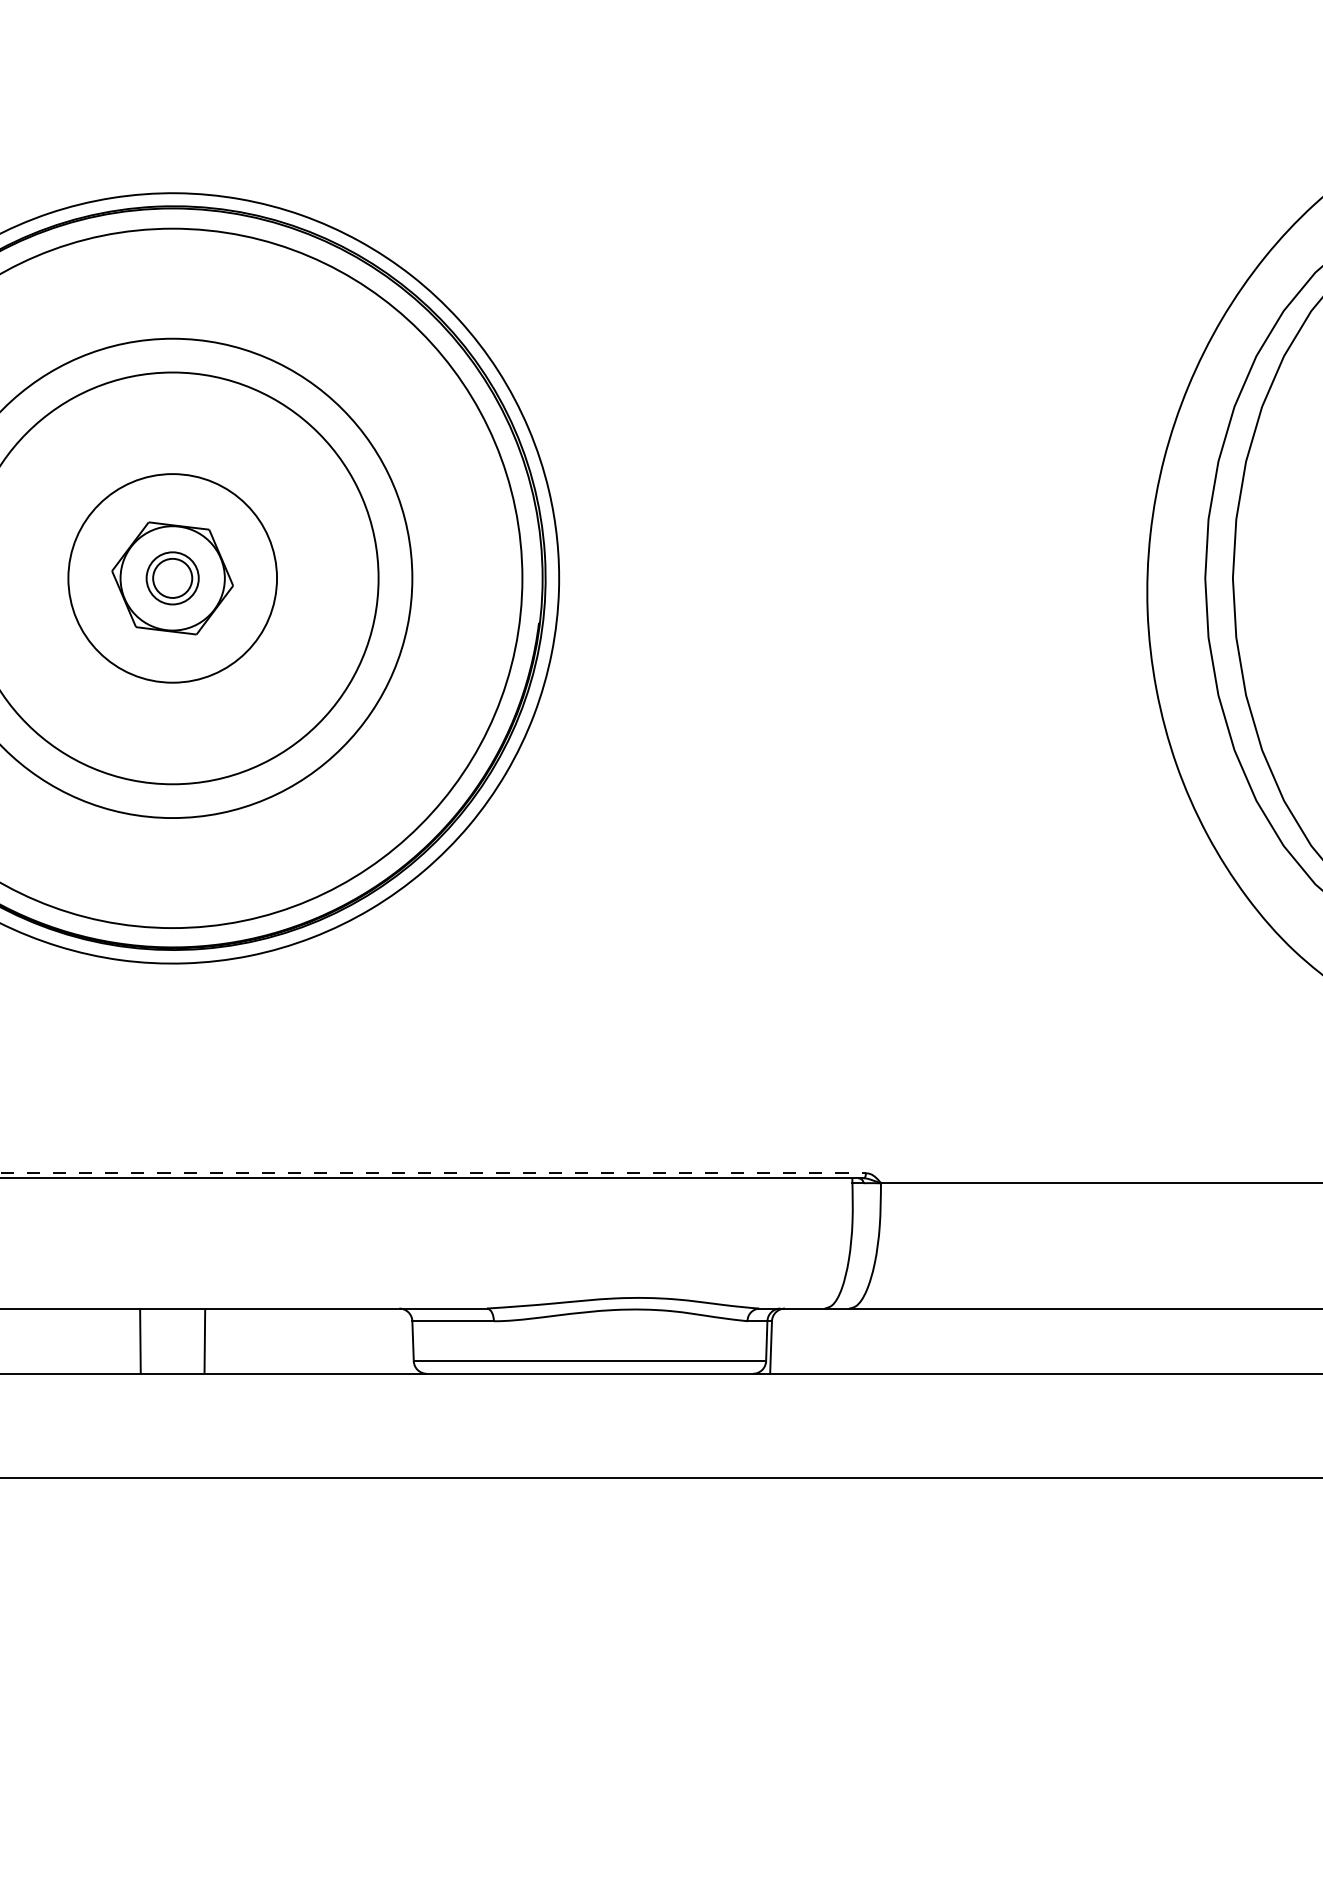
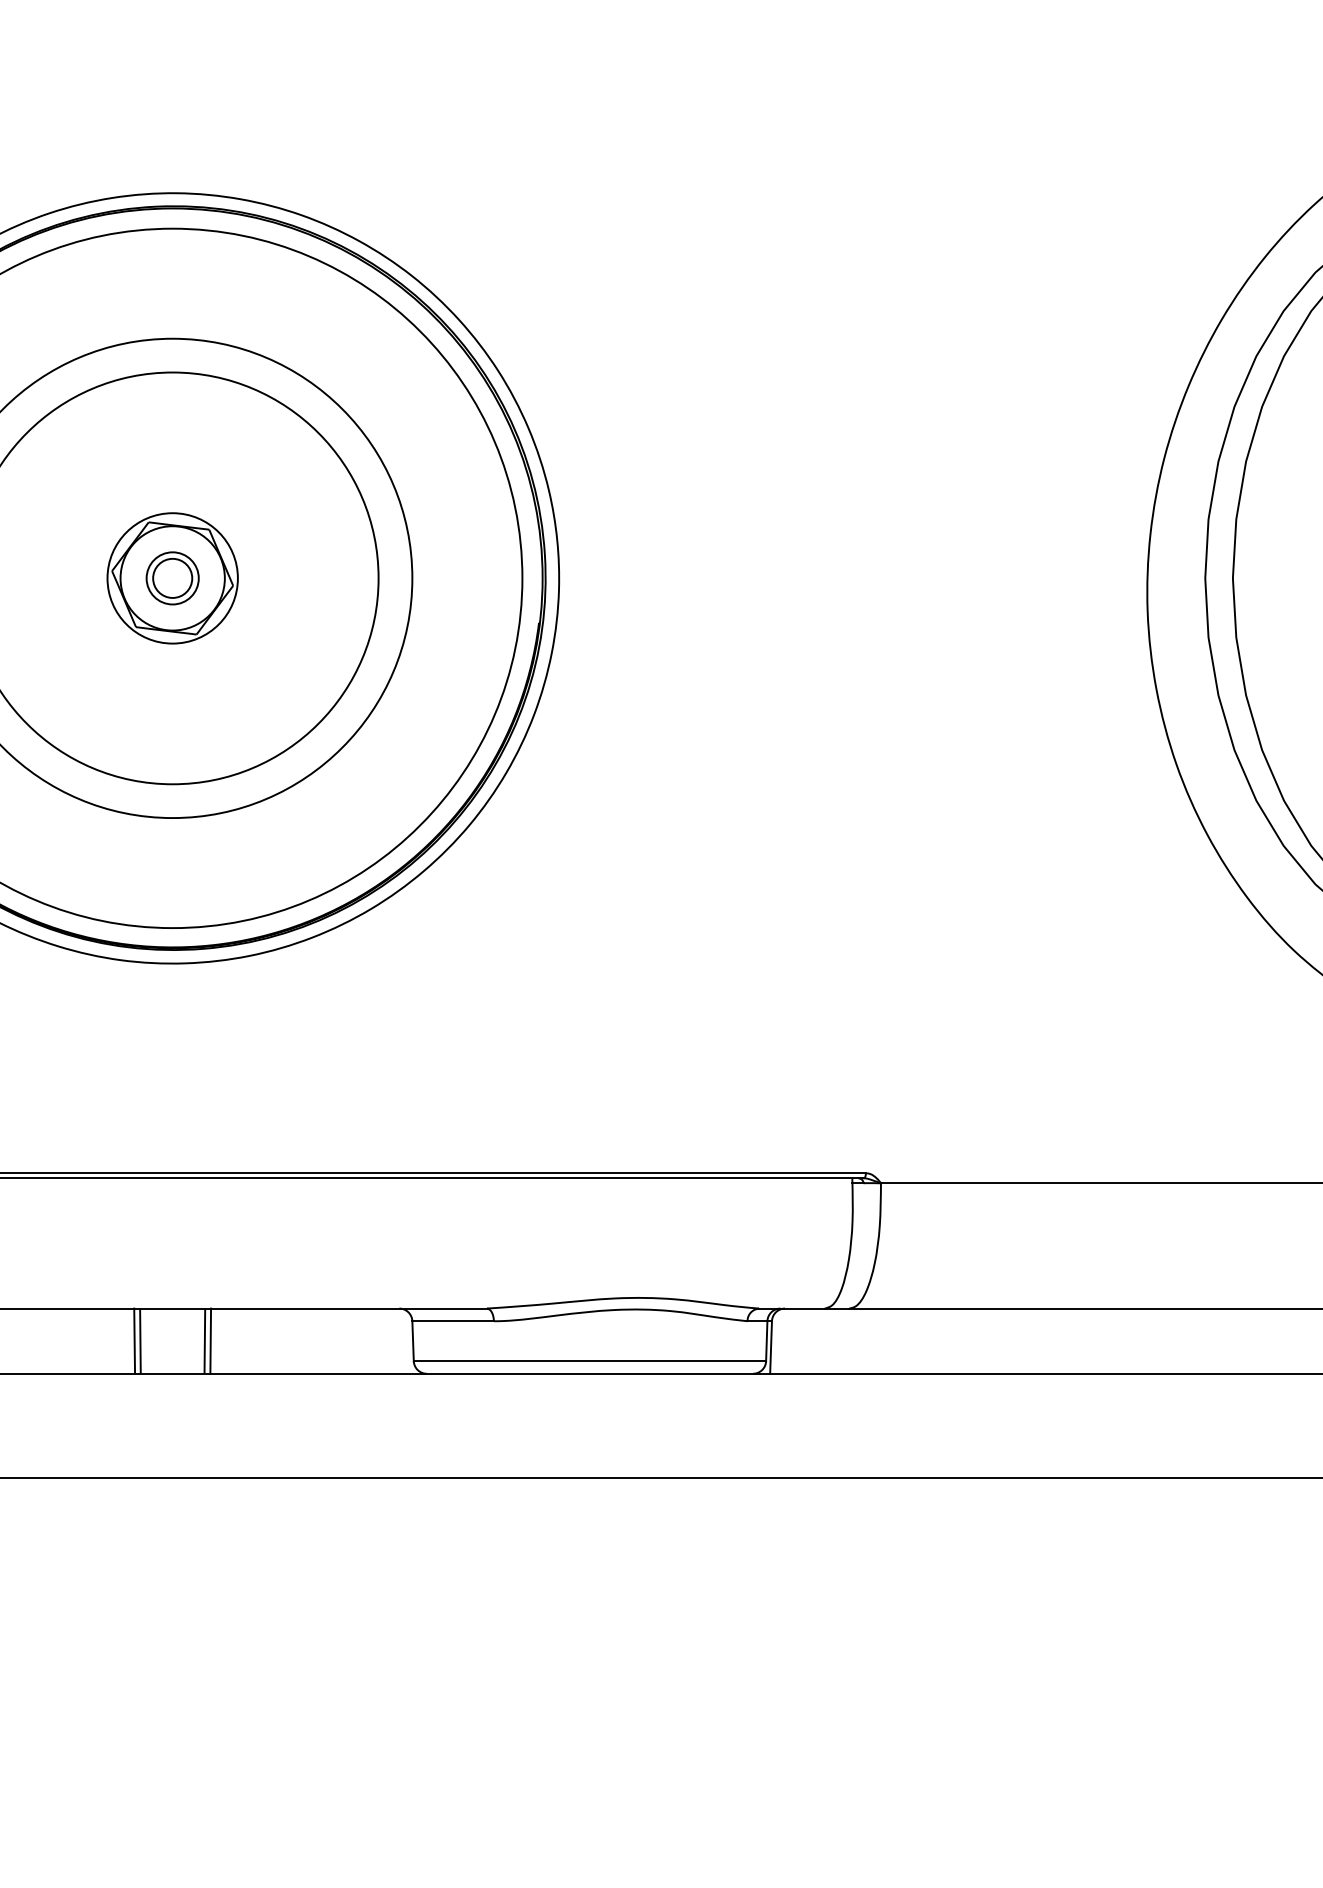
circle at (172, 578) diameter: 209 px -> 130 px
line at (433, 1173): dashed -> solid
line at (134, 1340): none -> present
line at (210, 1340): none -> present
